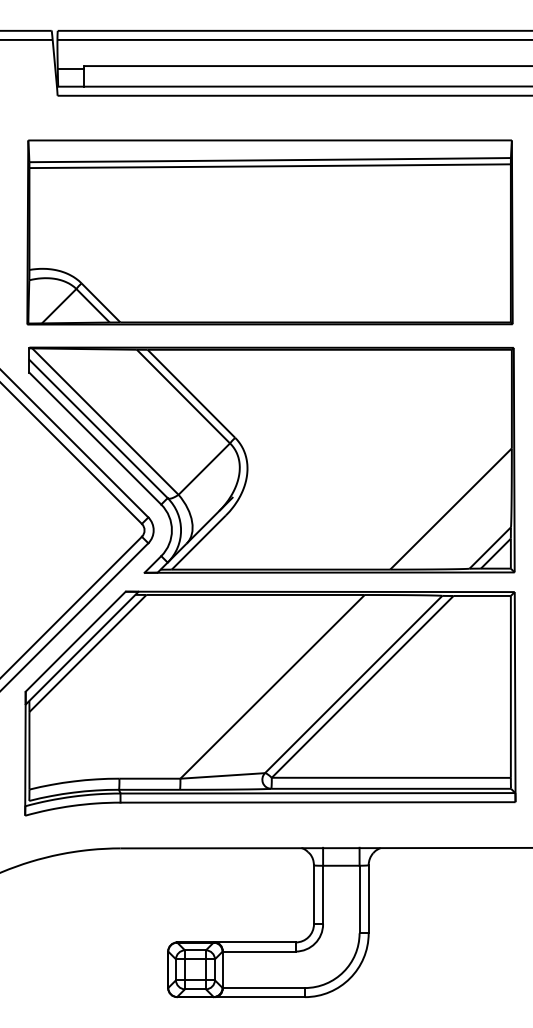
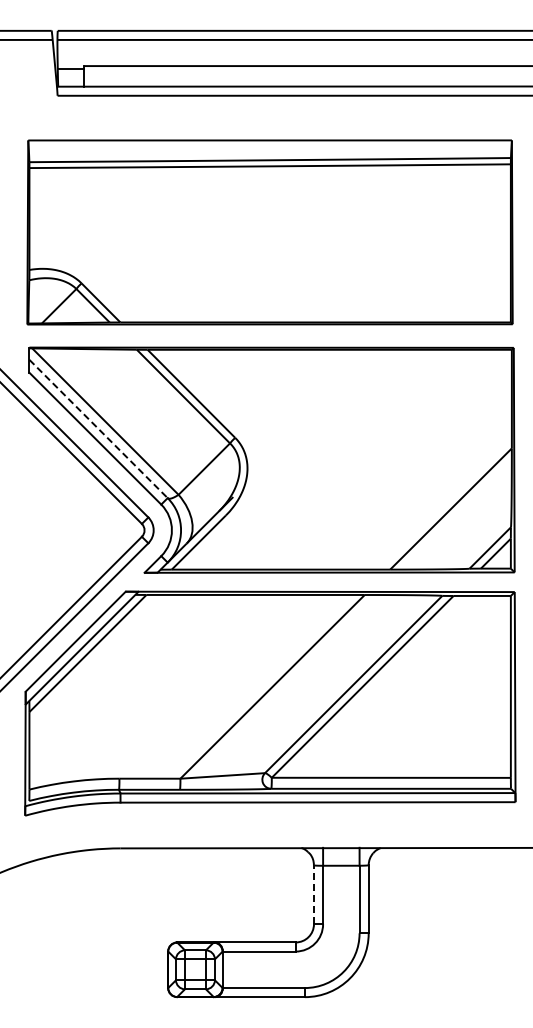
line at (98, 429): solid -> dashed
line at (313, 894): solid -> dashed
